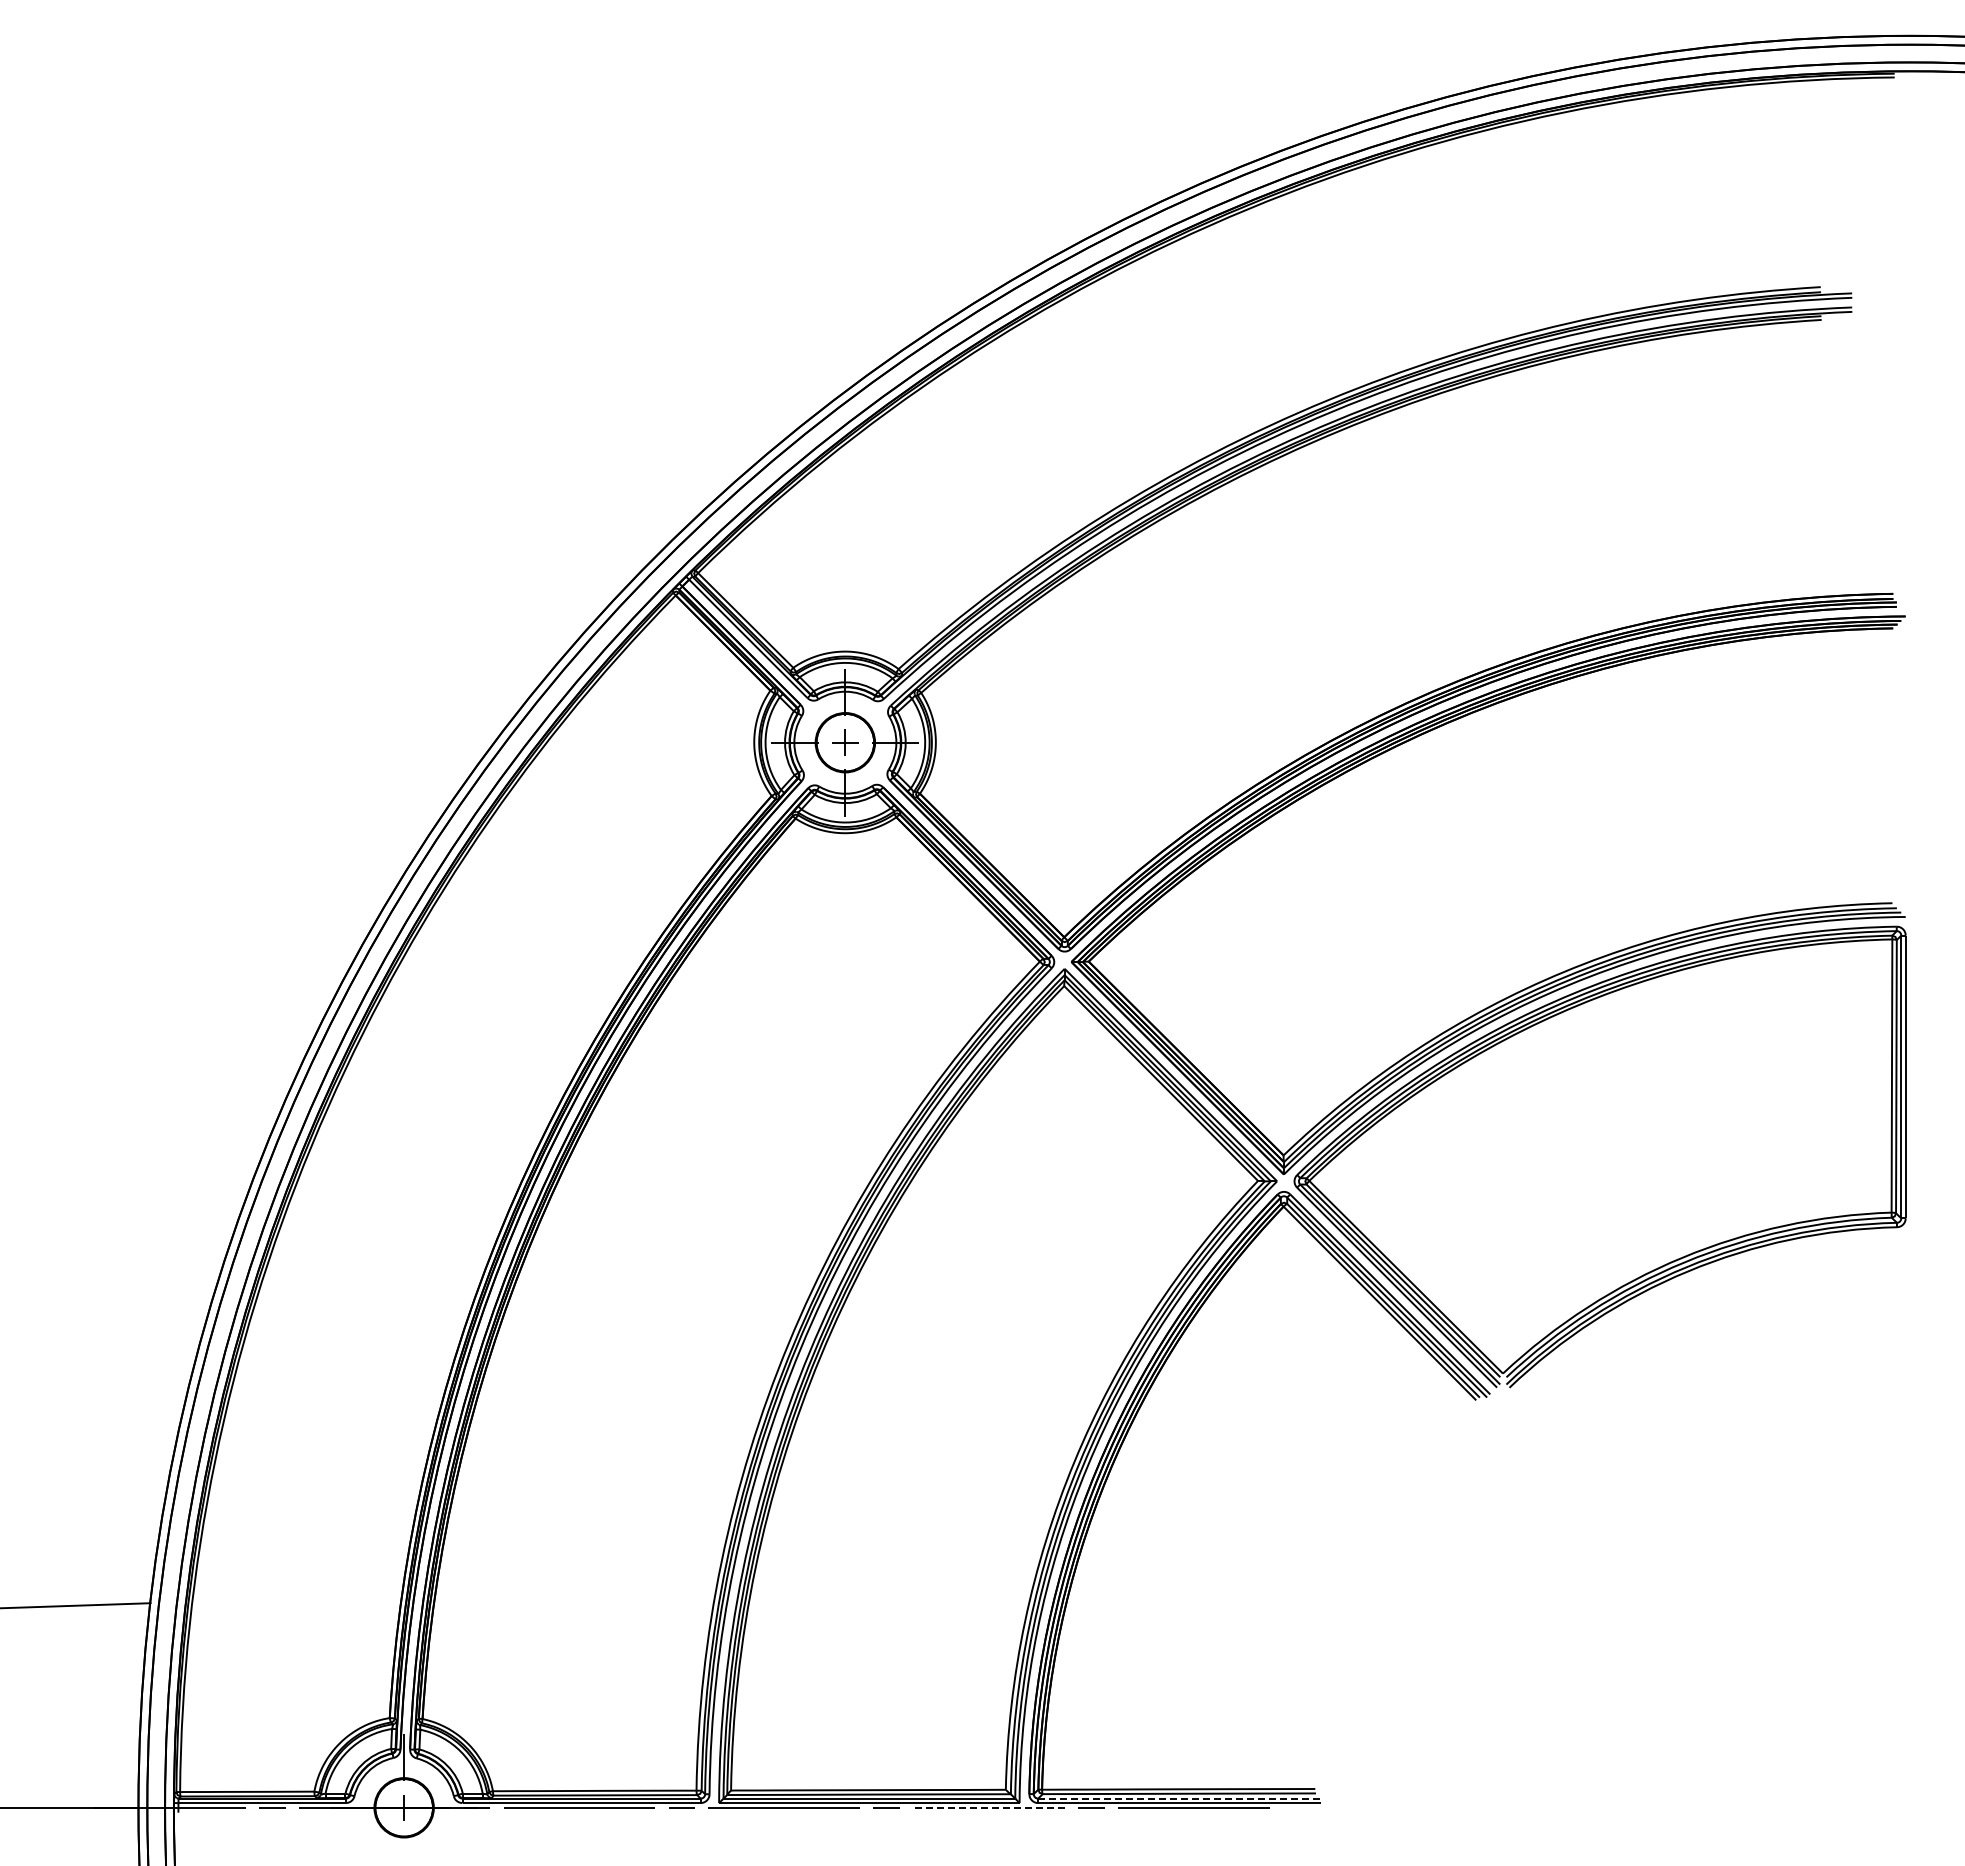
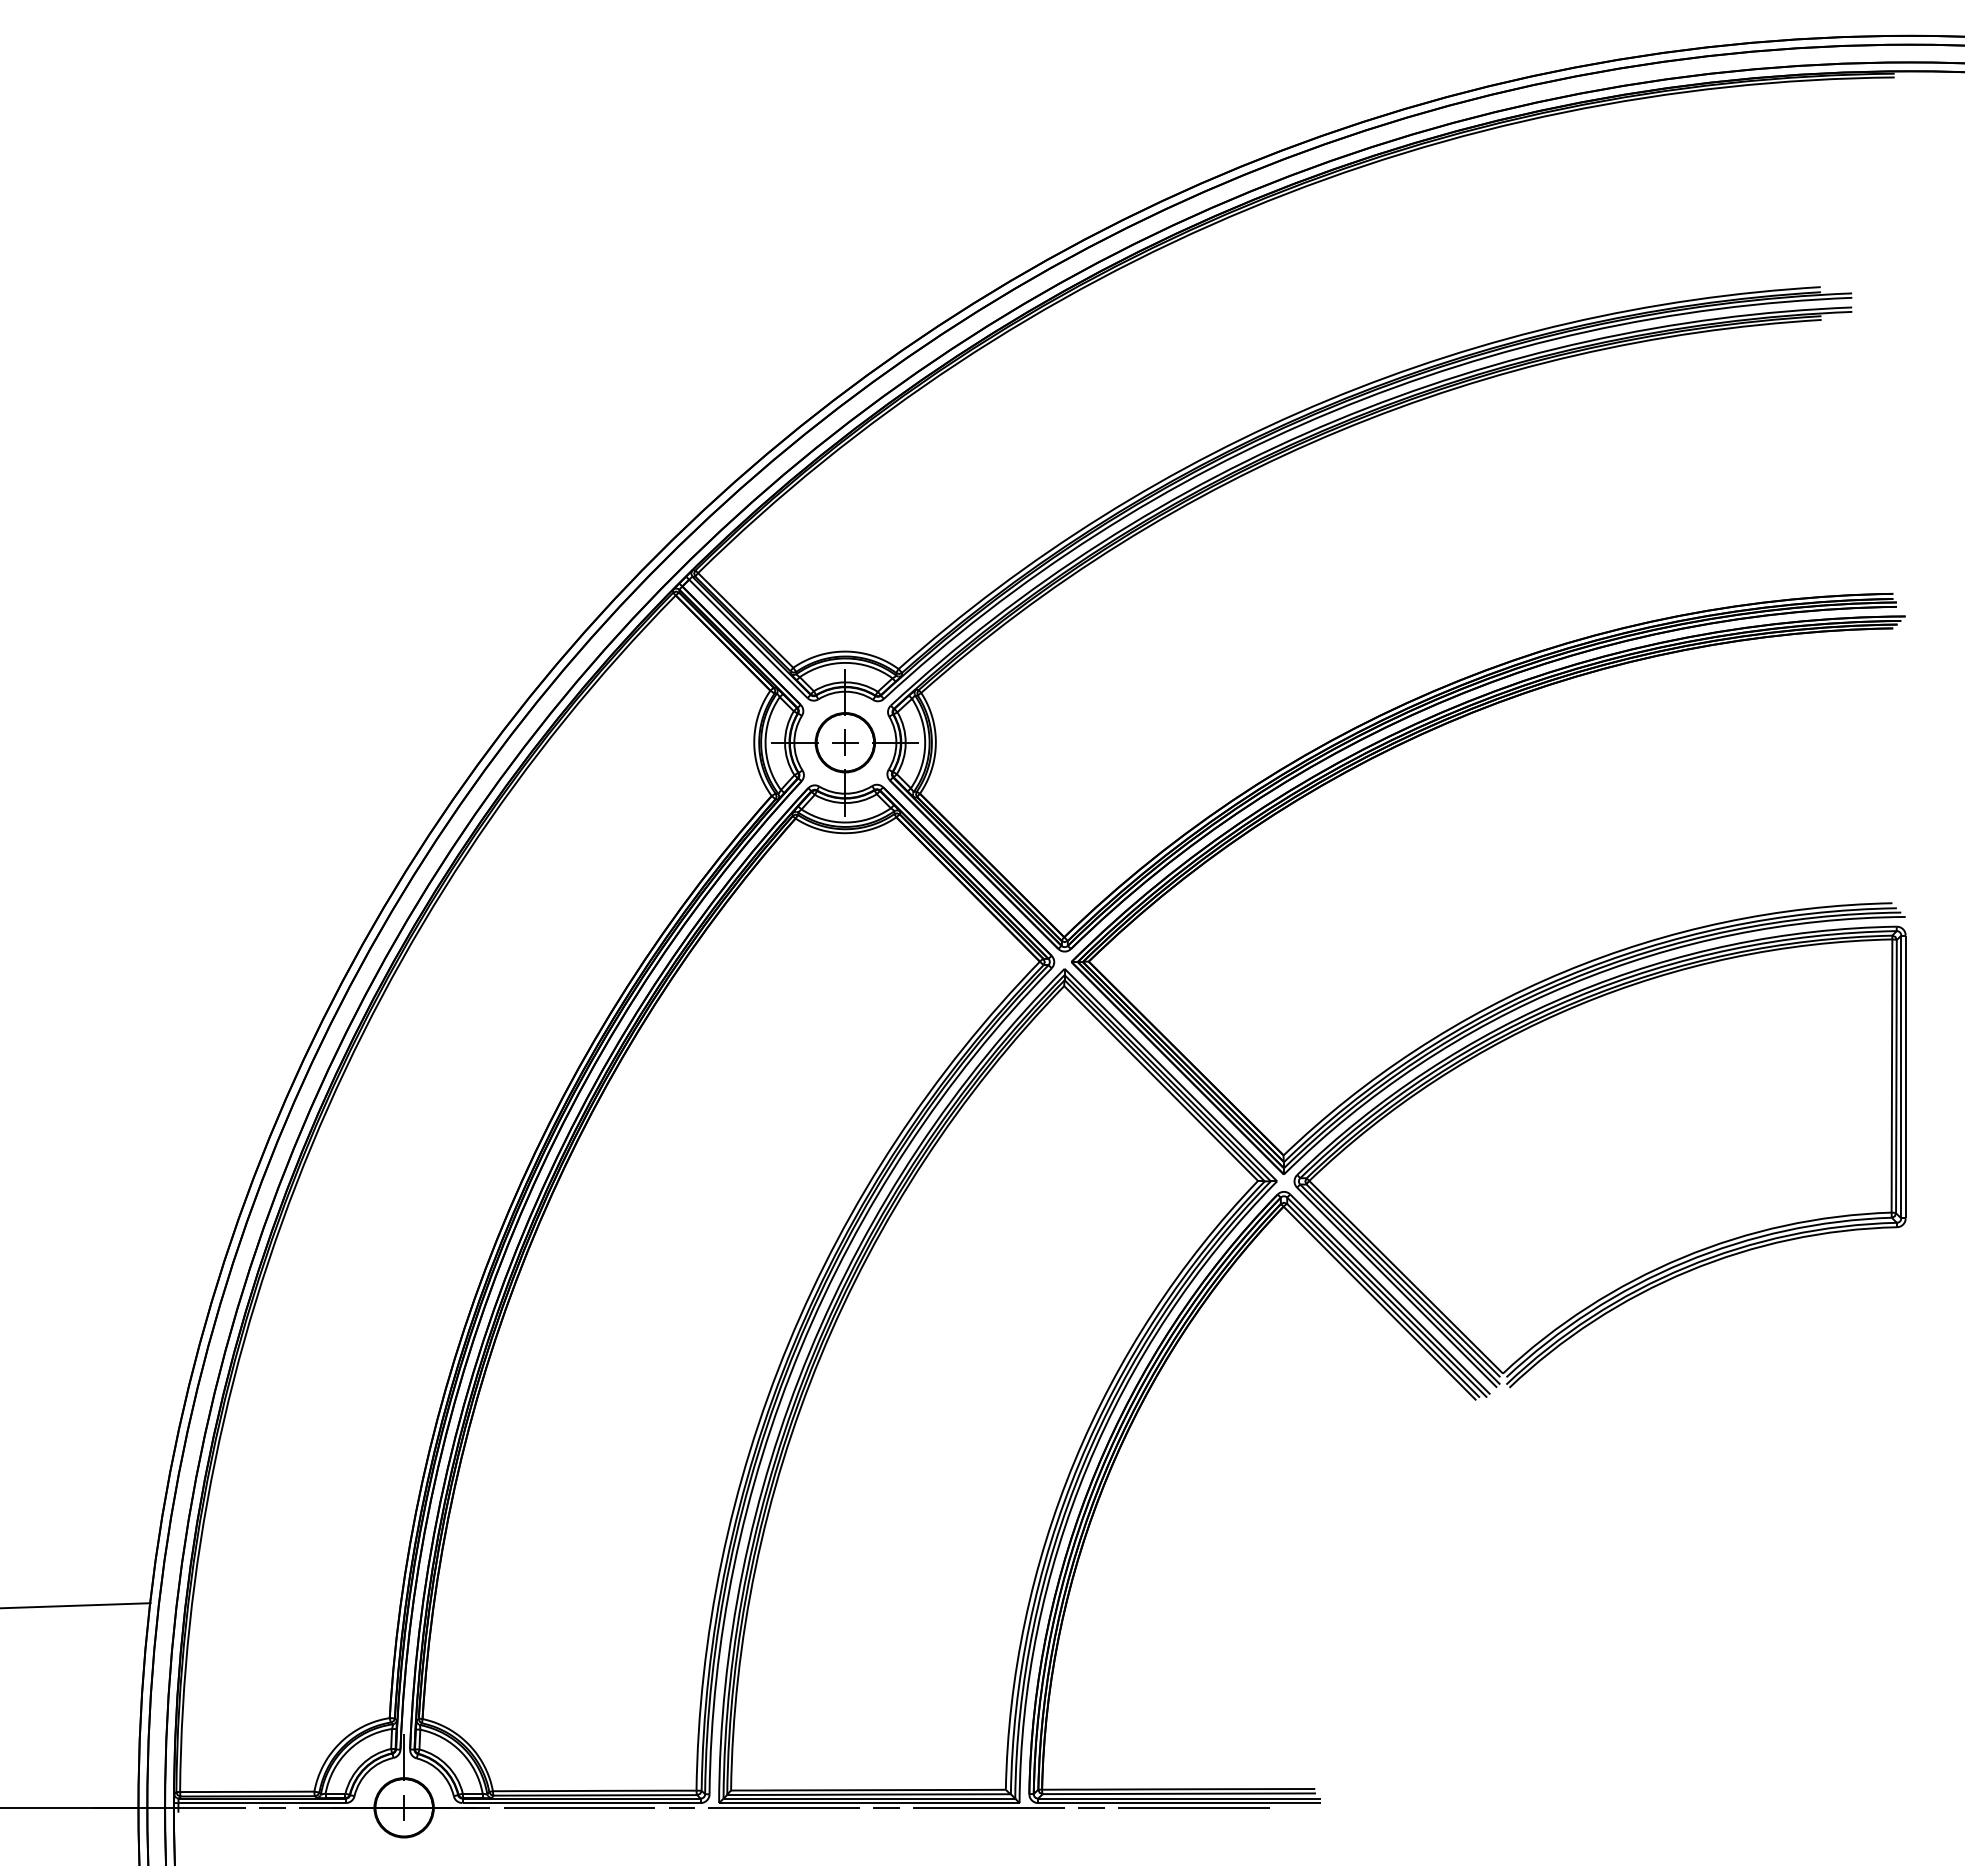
line at (1180, 1798): dashed -> solid
line at (989, 1807): dashed -> solid
